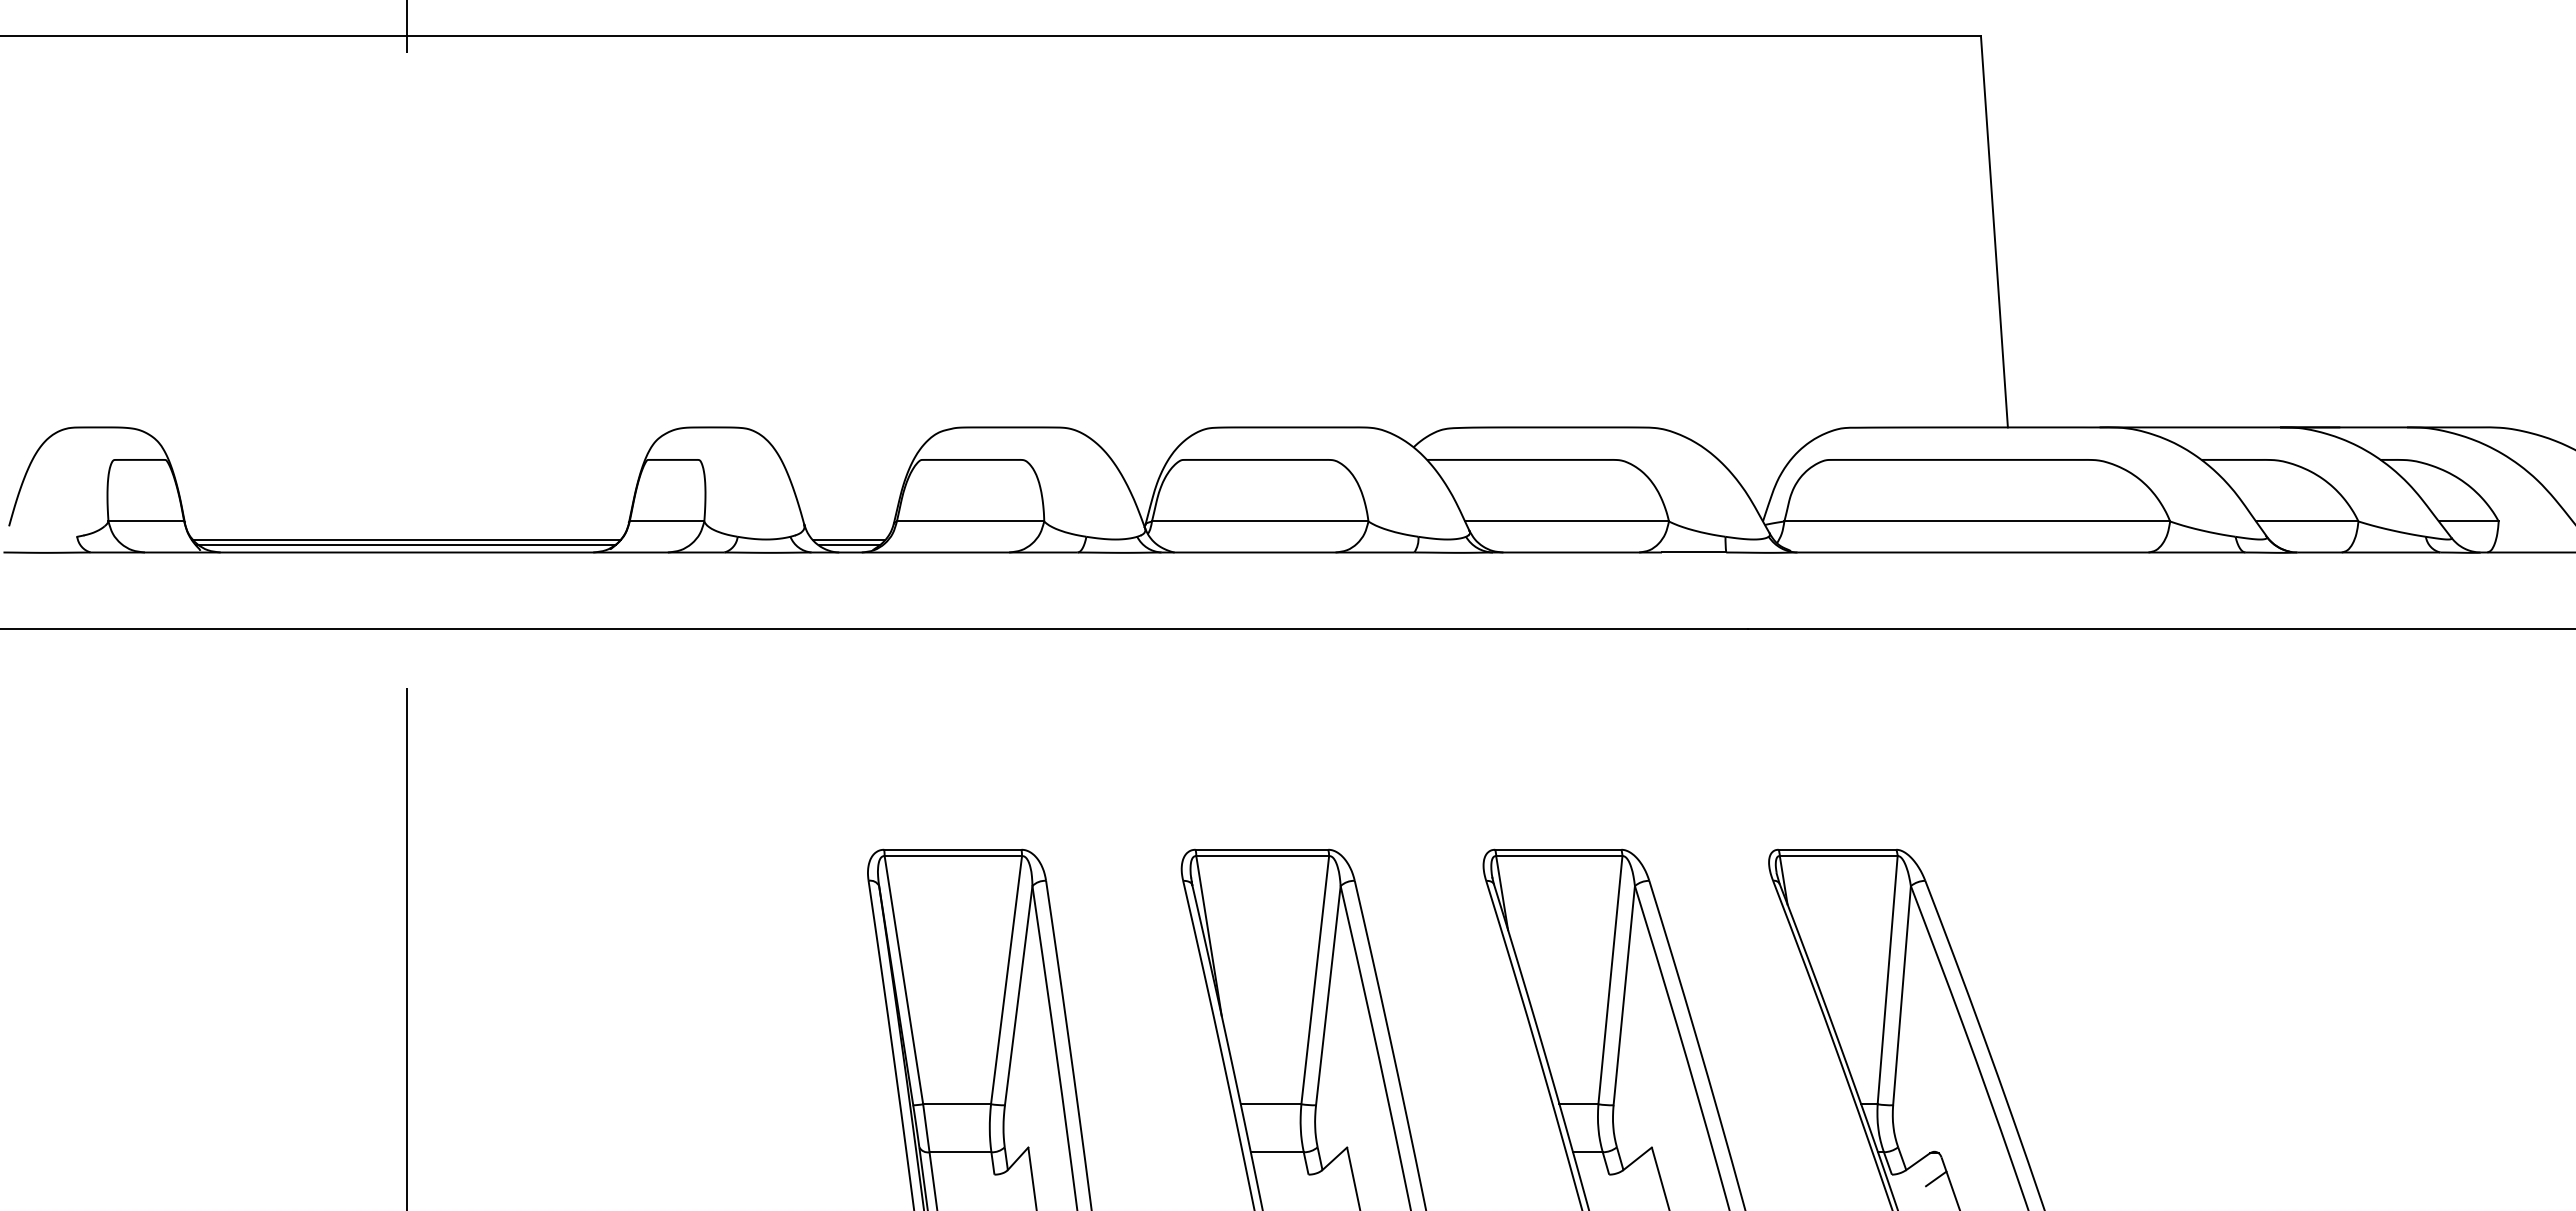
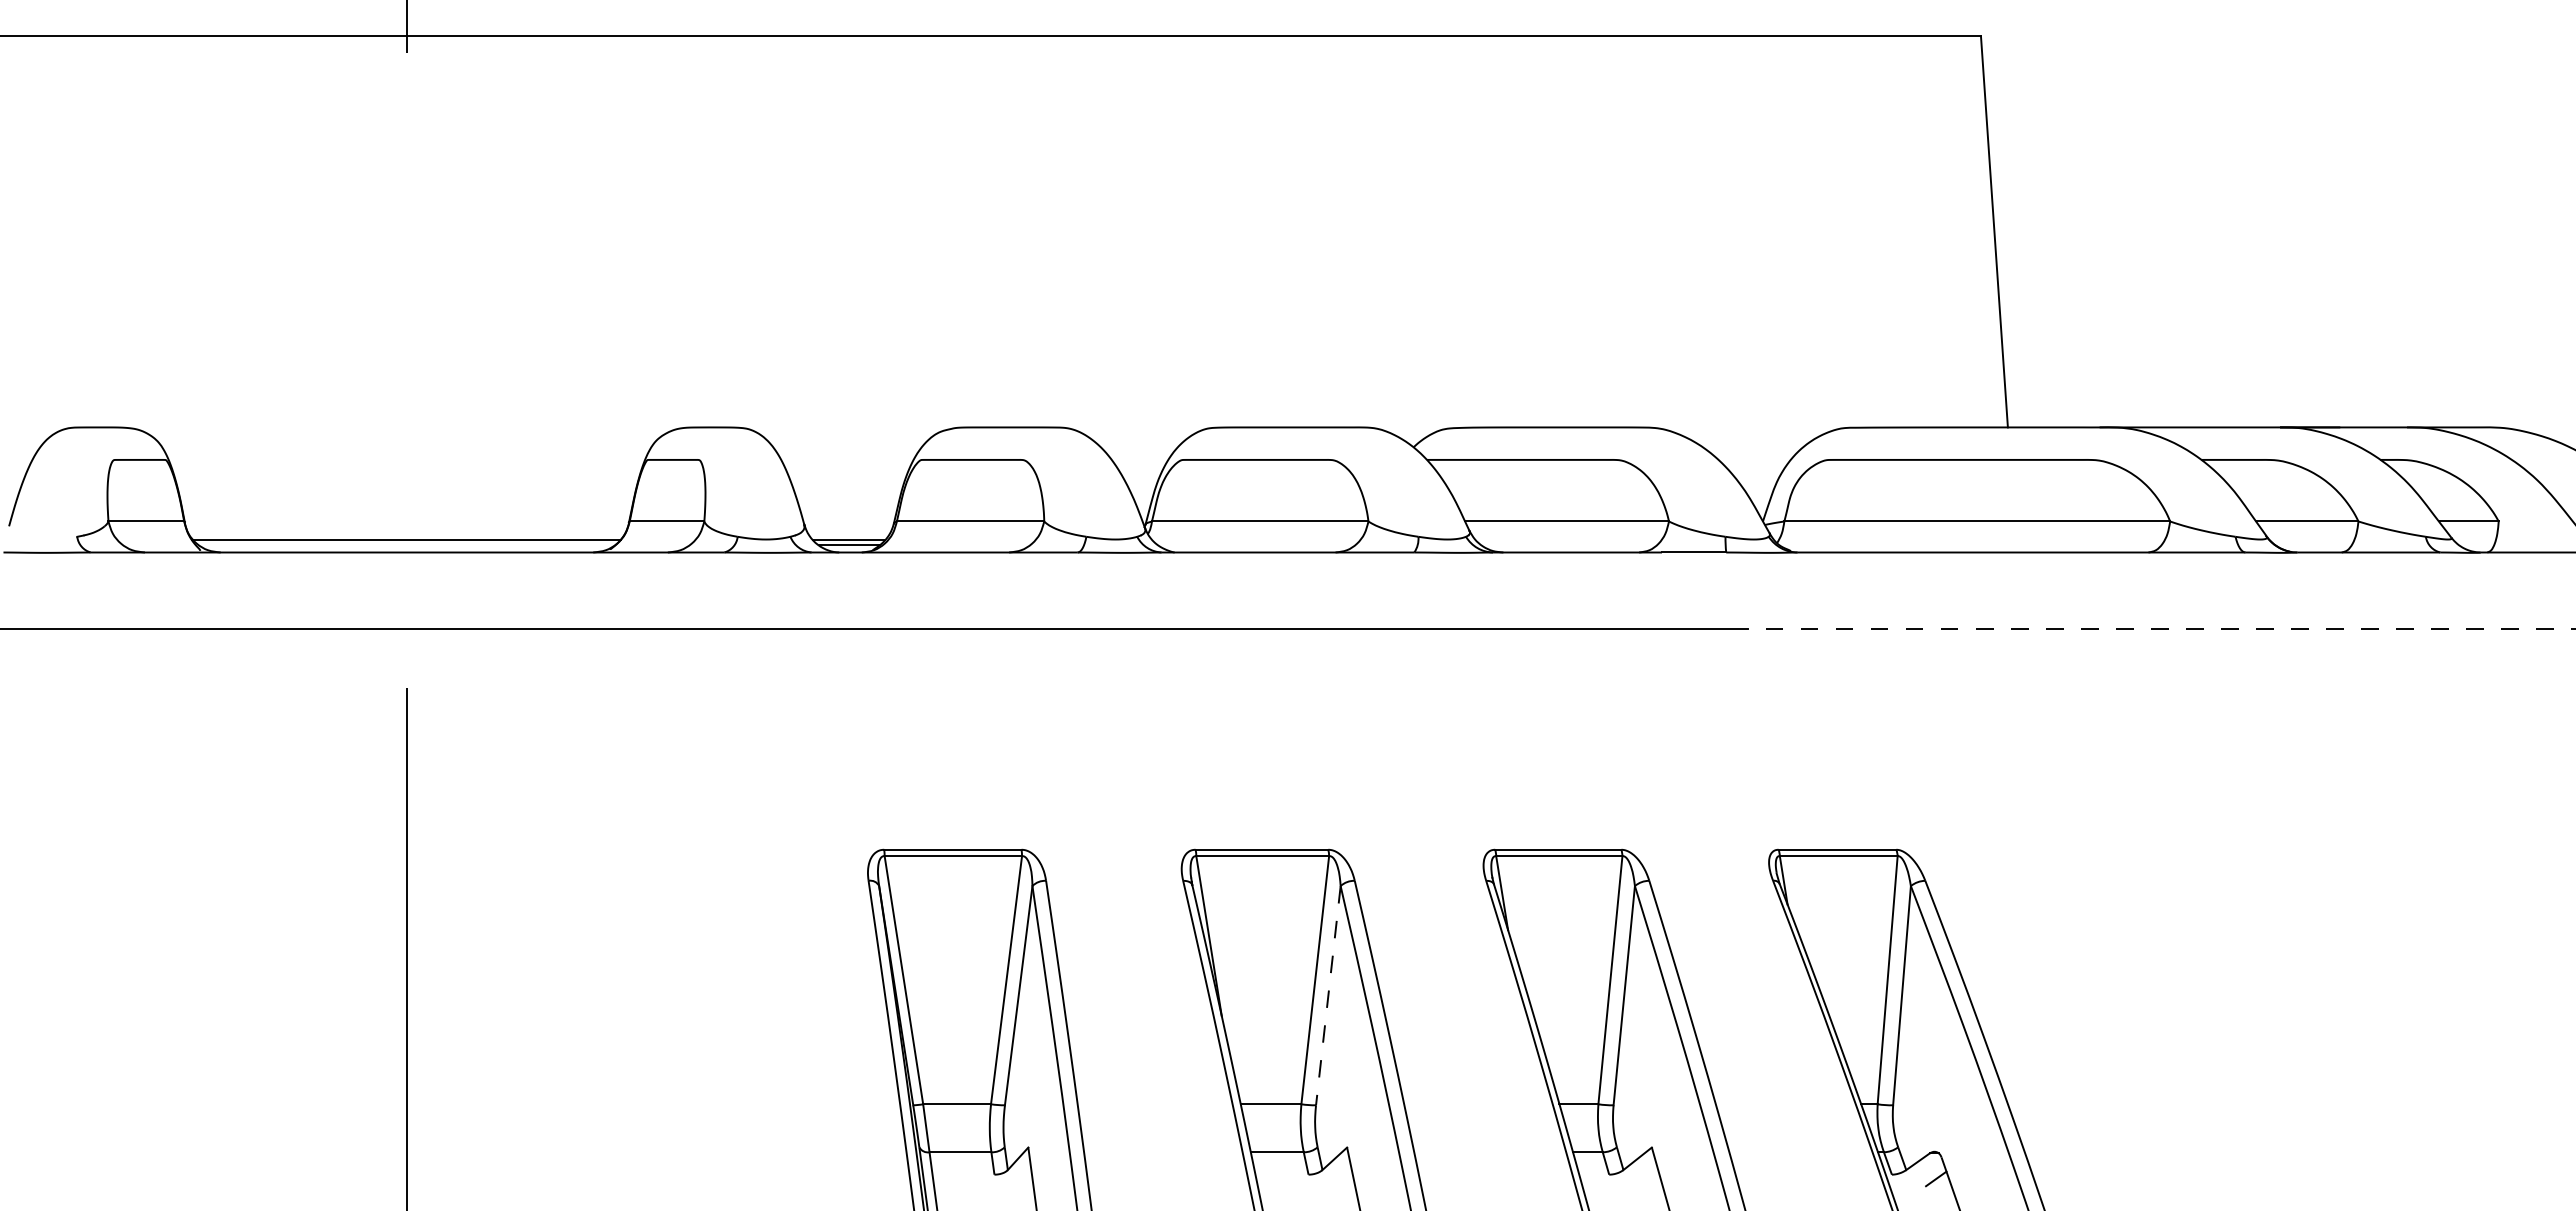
line at (405, 545): present -> none
line at (2161, 629): solid -> dashed
line at (1328, 996): solid -> dashed
